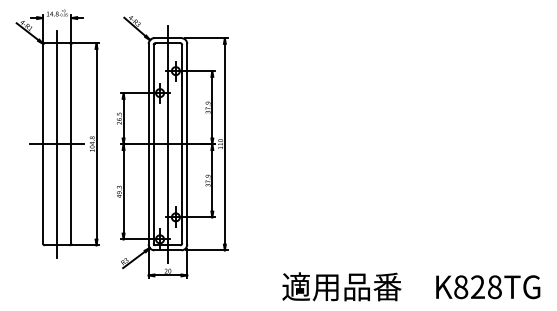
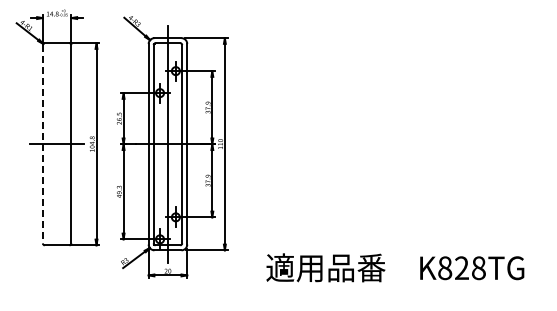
line at (57, 143): present -> none
line at (42, 144): solid -> dashed
text at (411, 286) position: (411, 286) -> (395, 267)
